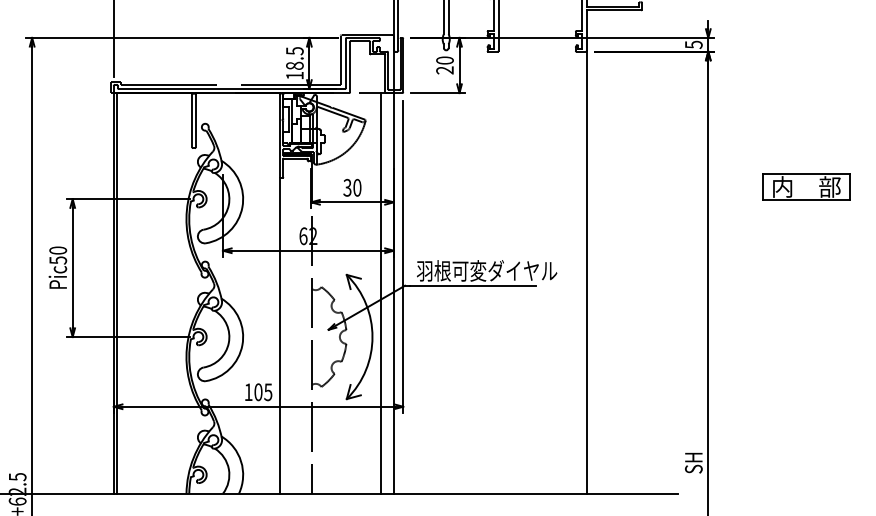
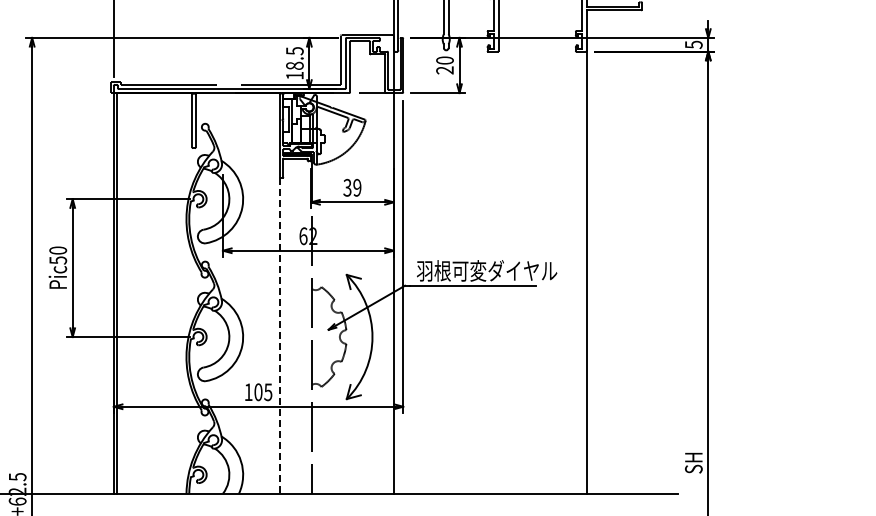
part at (806, 186): present -> none
text at (357, 187): 30 -> 39
line at (381, 293): present -> none
line at (280, 335): solid -> dashed
